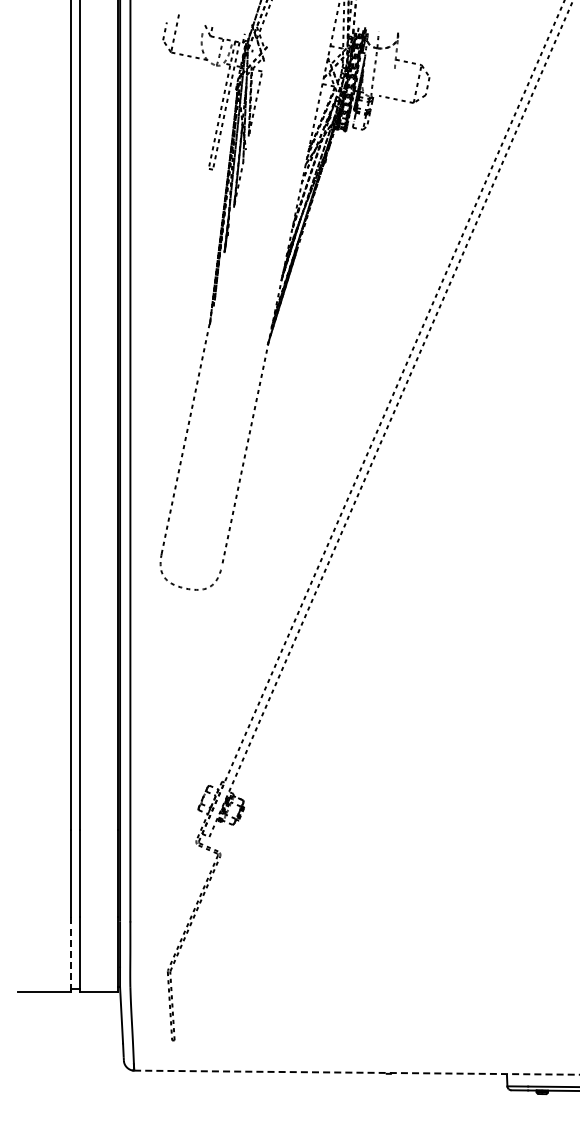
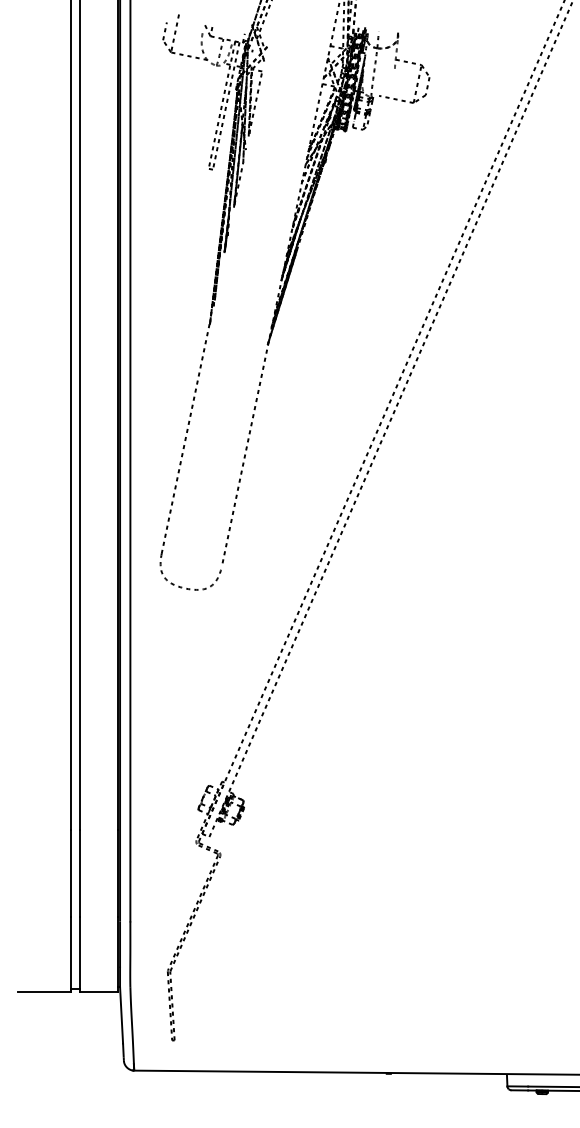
line at (71, 955): dashed -> solid
line at (356, 1072): dashed -> solid
